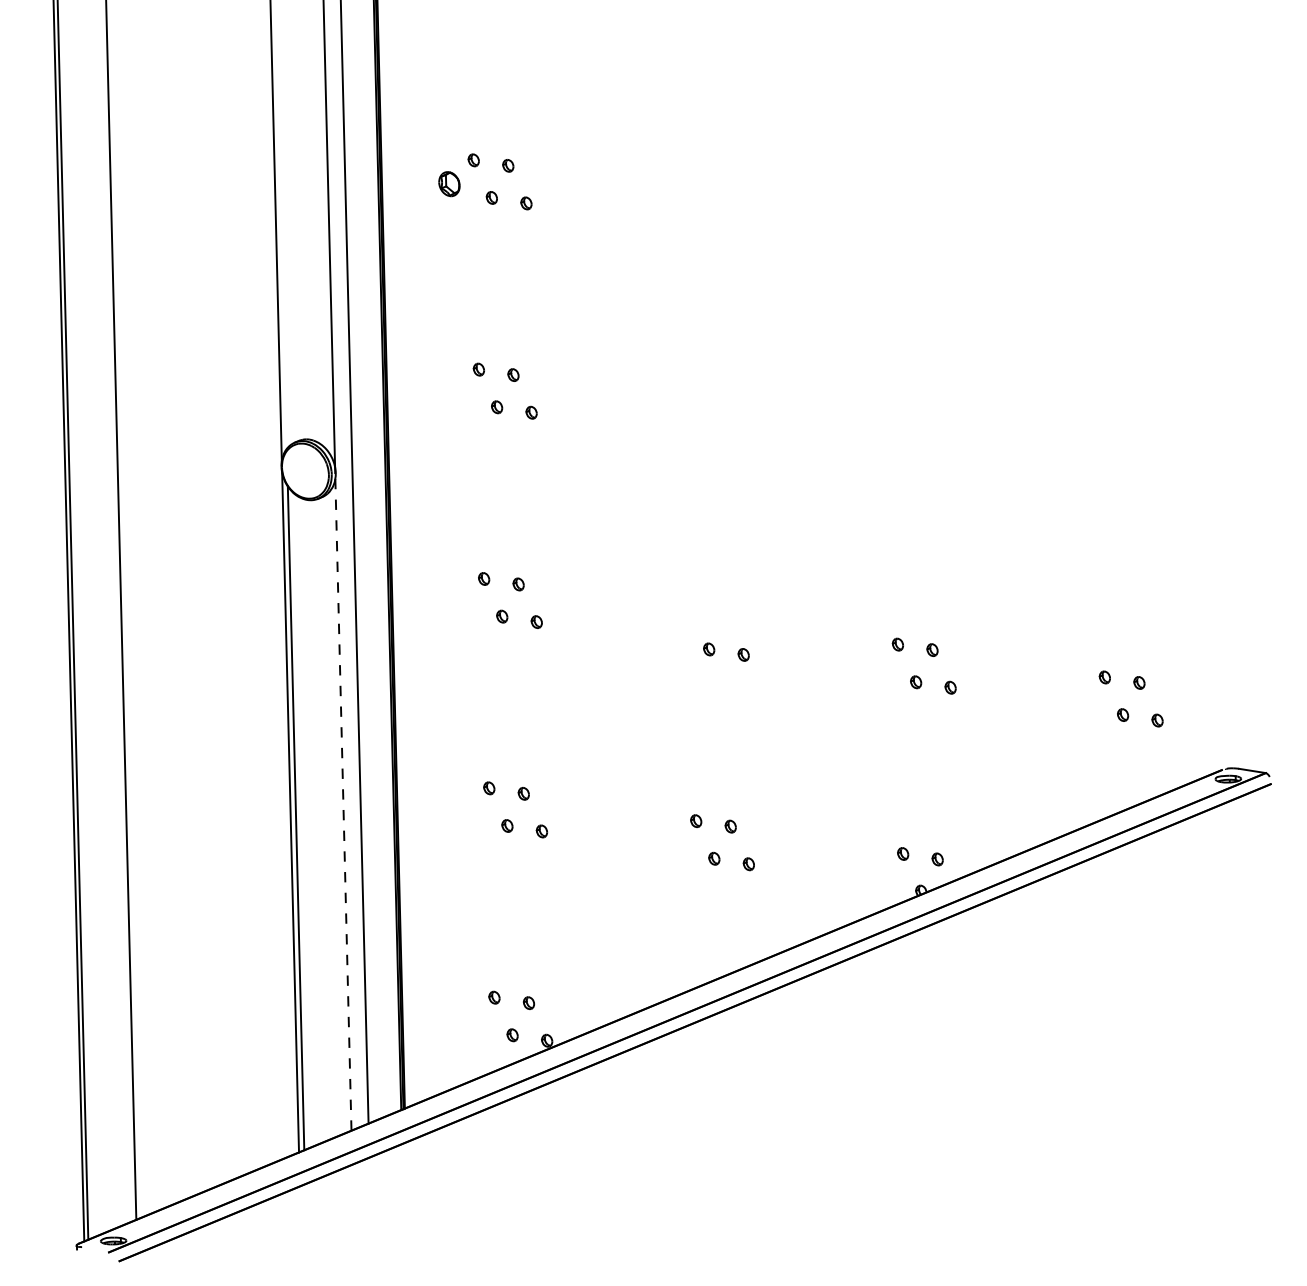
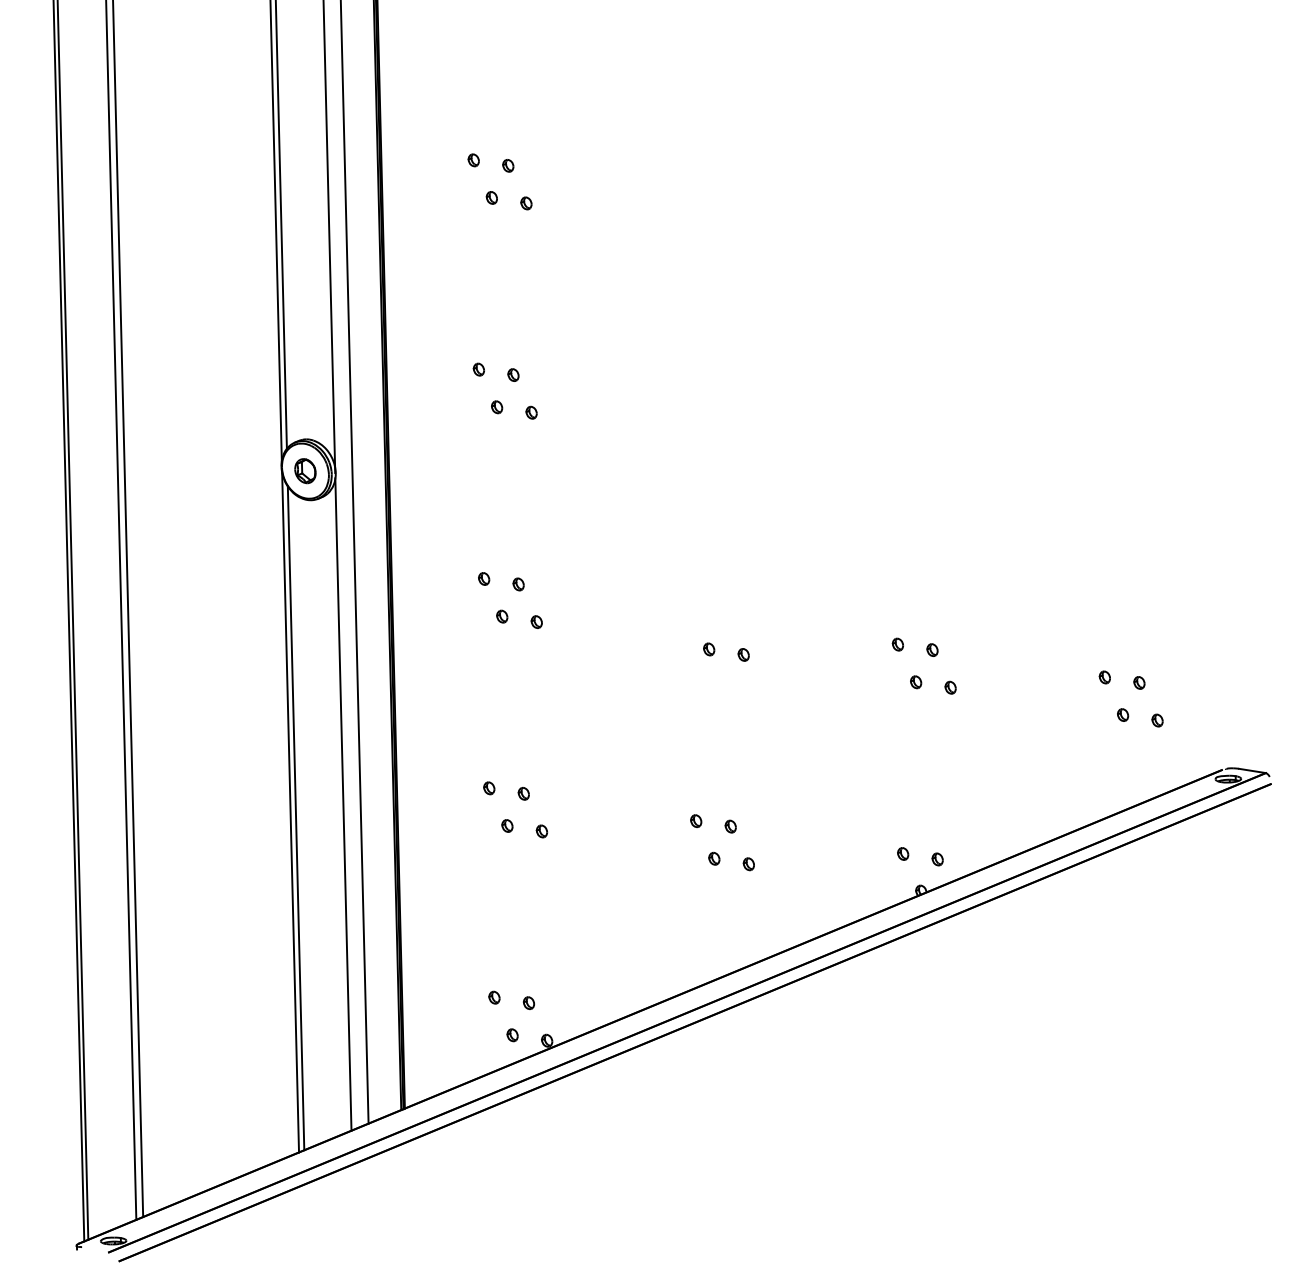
part at (449, 184) position: (449, 184) -> (305, 471)
line at (280, 225): none -> present
line at (128, 609): none -> present
line at (343, 804): dashed -> solid
